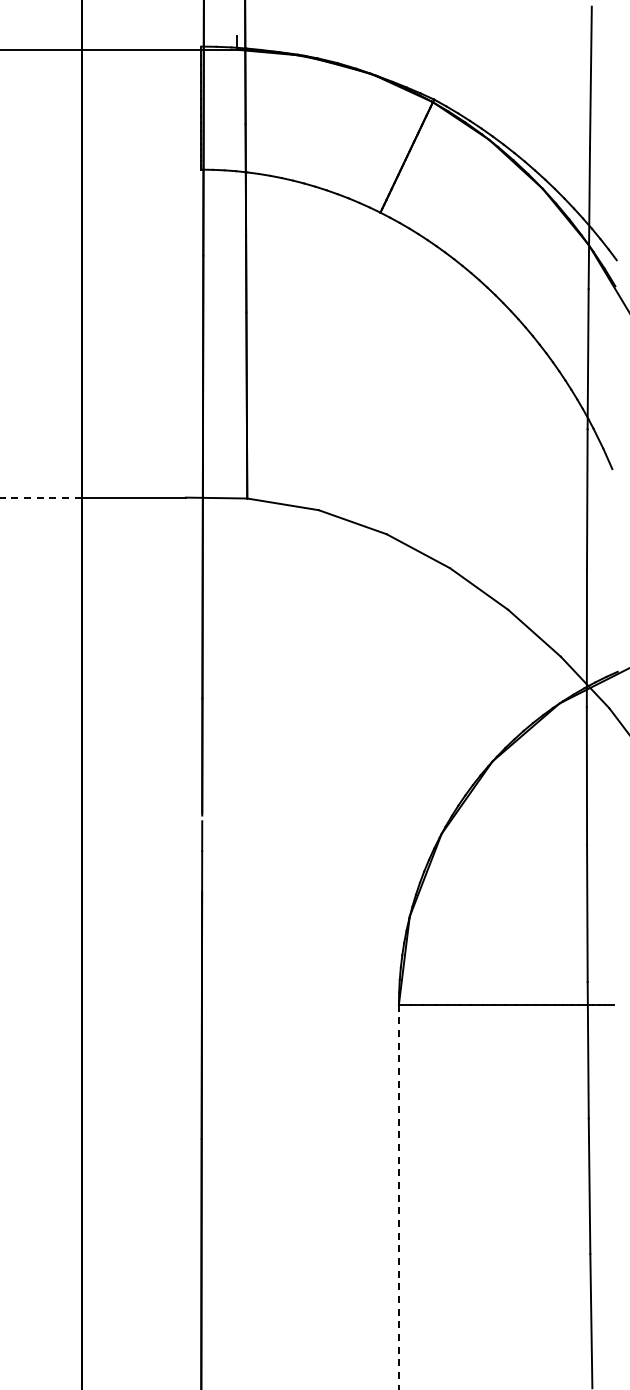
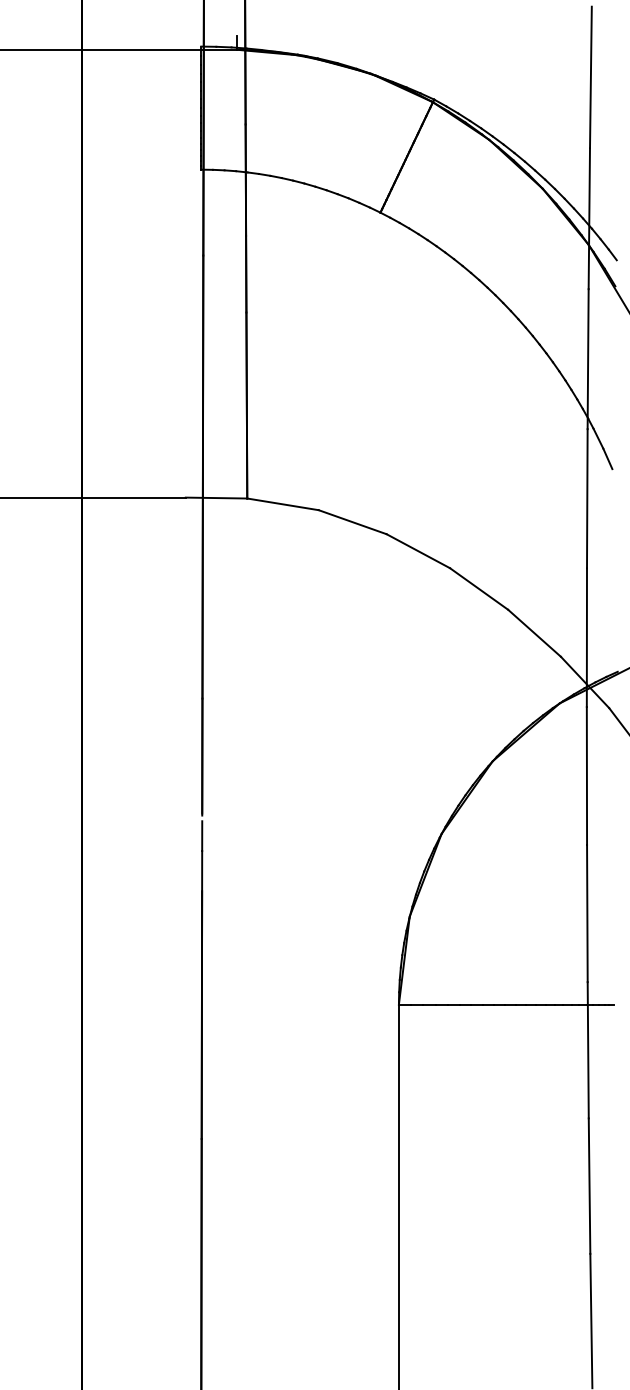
line at (41, 497): dashed -> solid
line at (398, 1197): dashed -> solid
